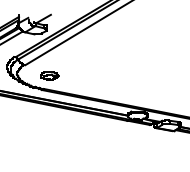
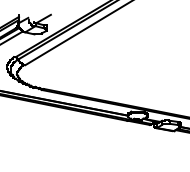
part at (49, 75): present -> none
